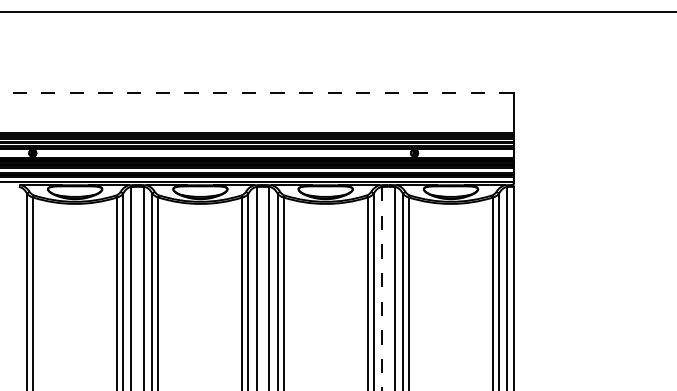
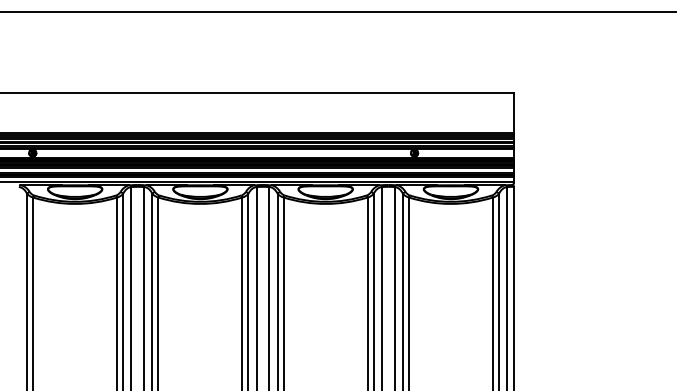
line at (256, 92): dashed -> solid
line at (381, 288): dashed -> solid
